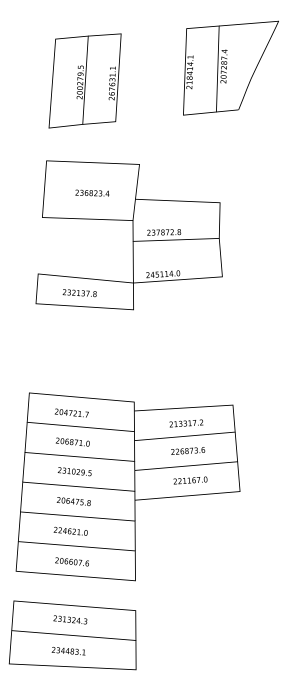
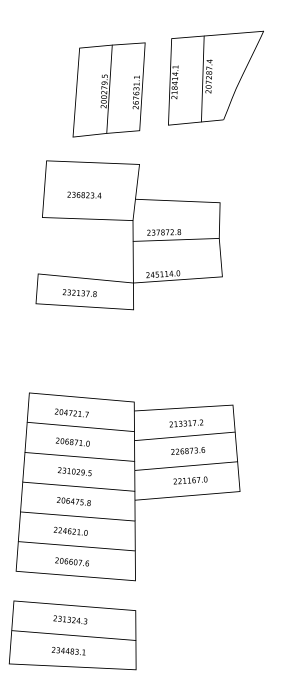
text at (230, 67) position: (230, 67) -> (215, 77)
text at (84, 80) position: (84, 80) -> (108, 89)
text at (92, 192) position: (92, 192) -> (84, 194)
